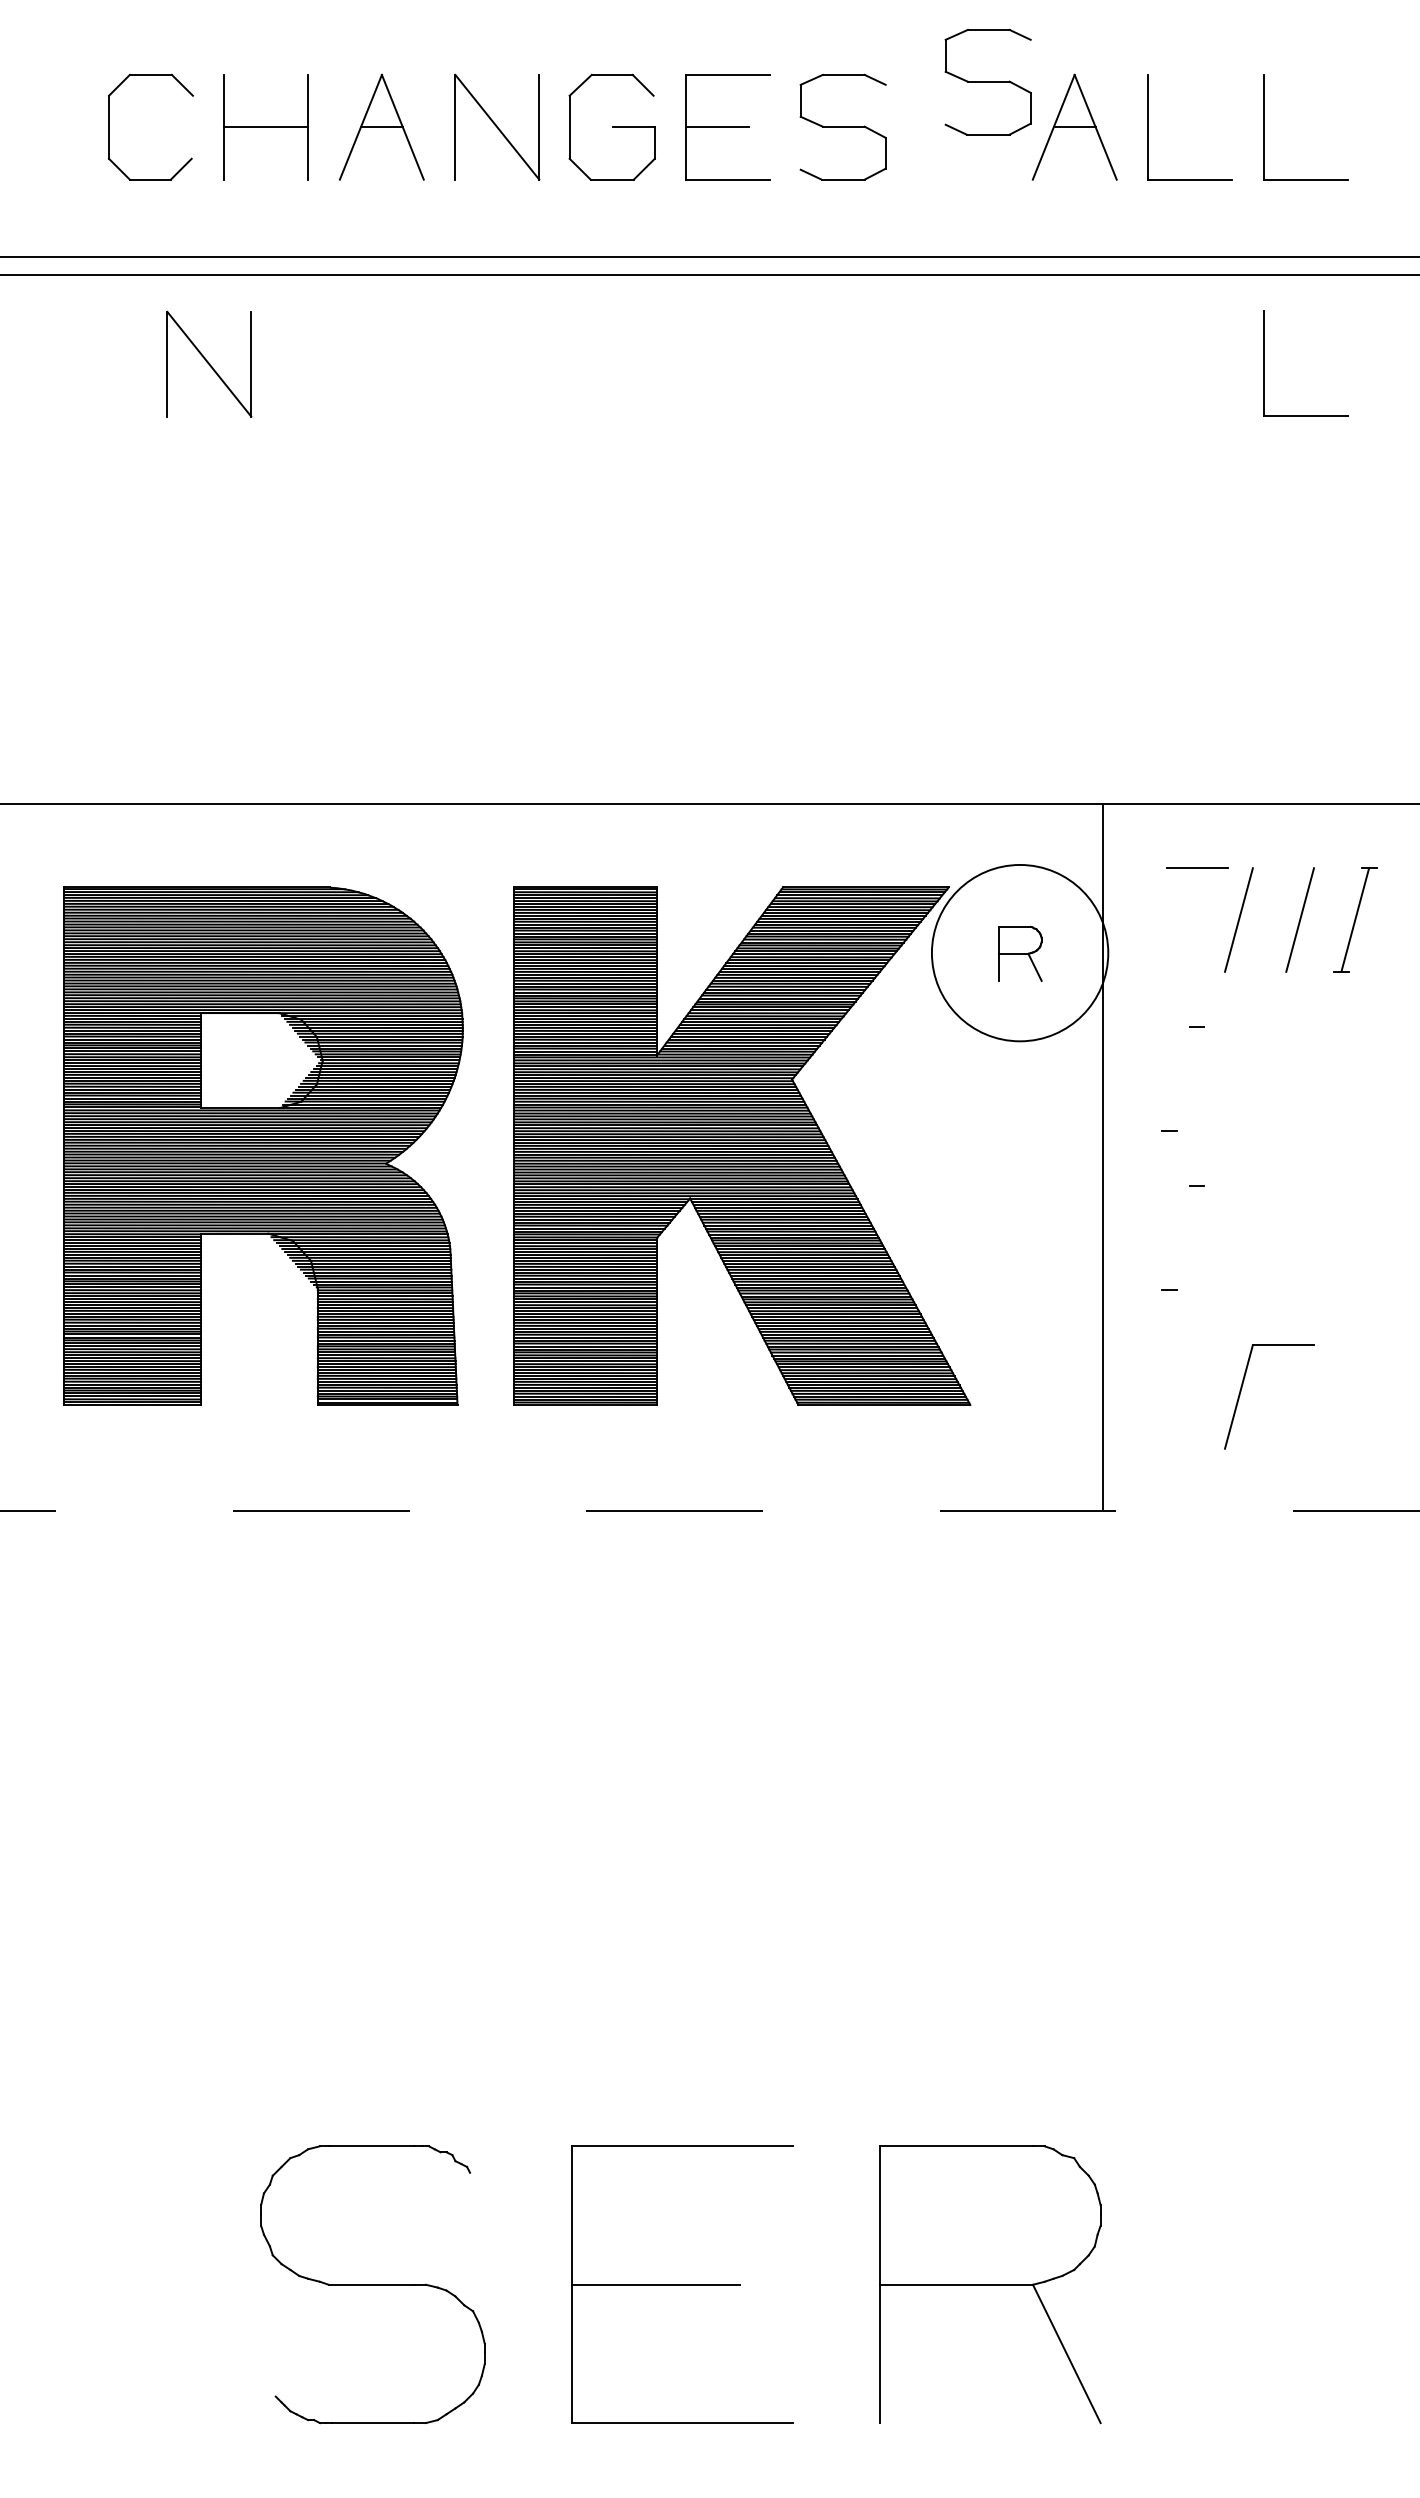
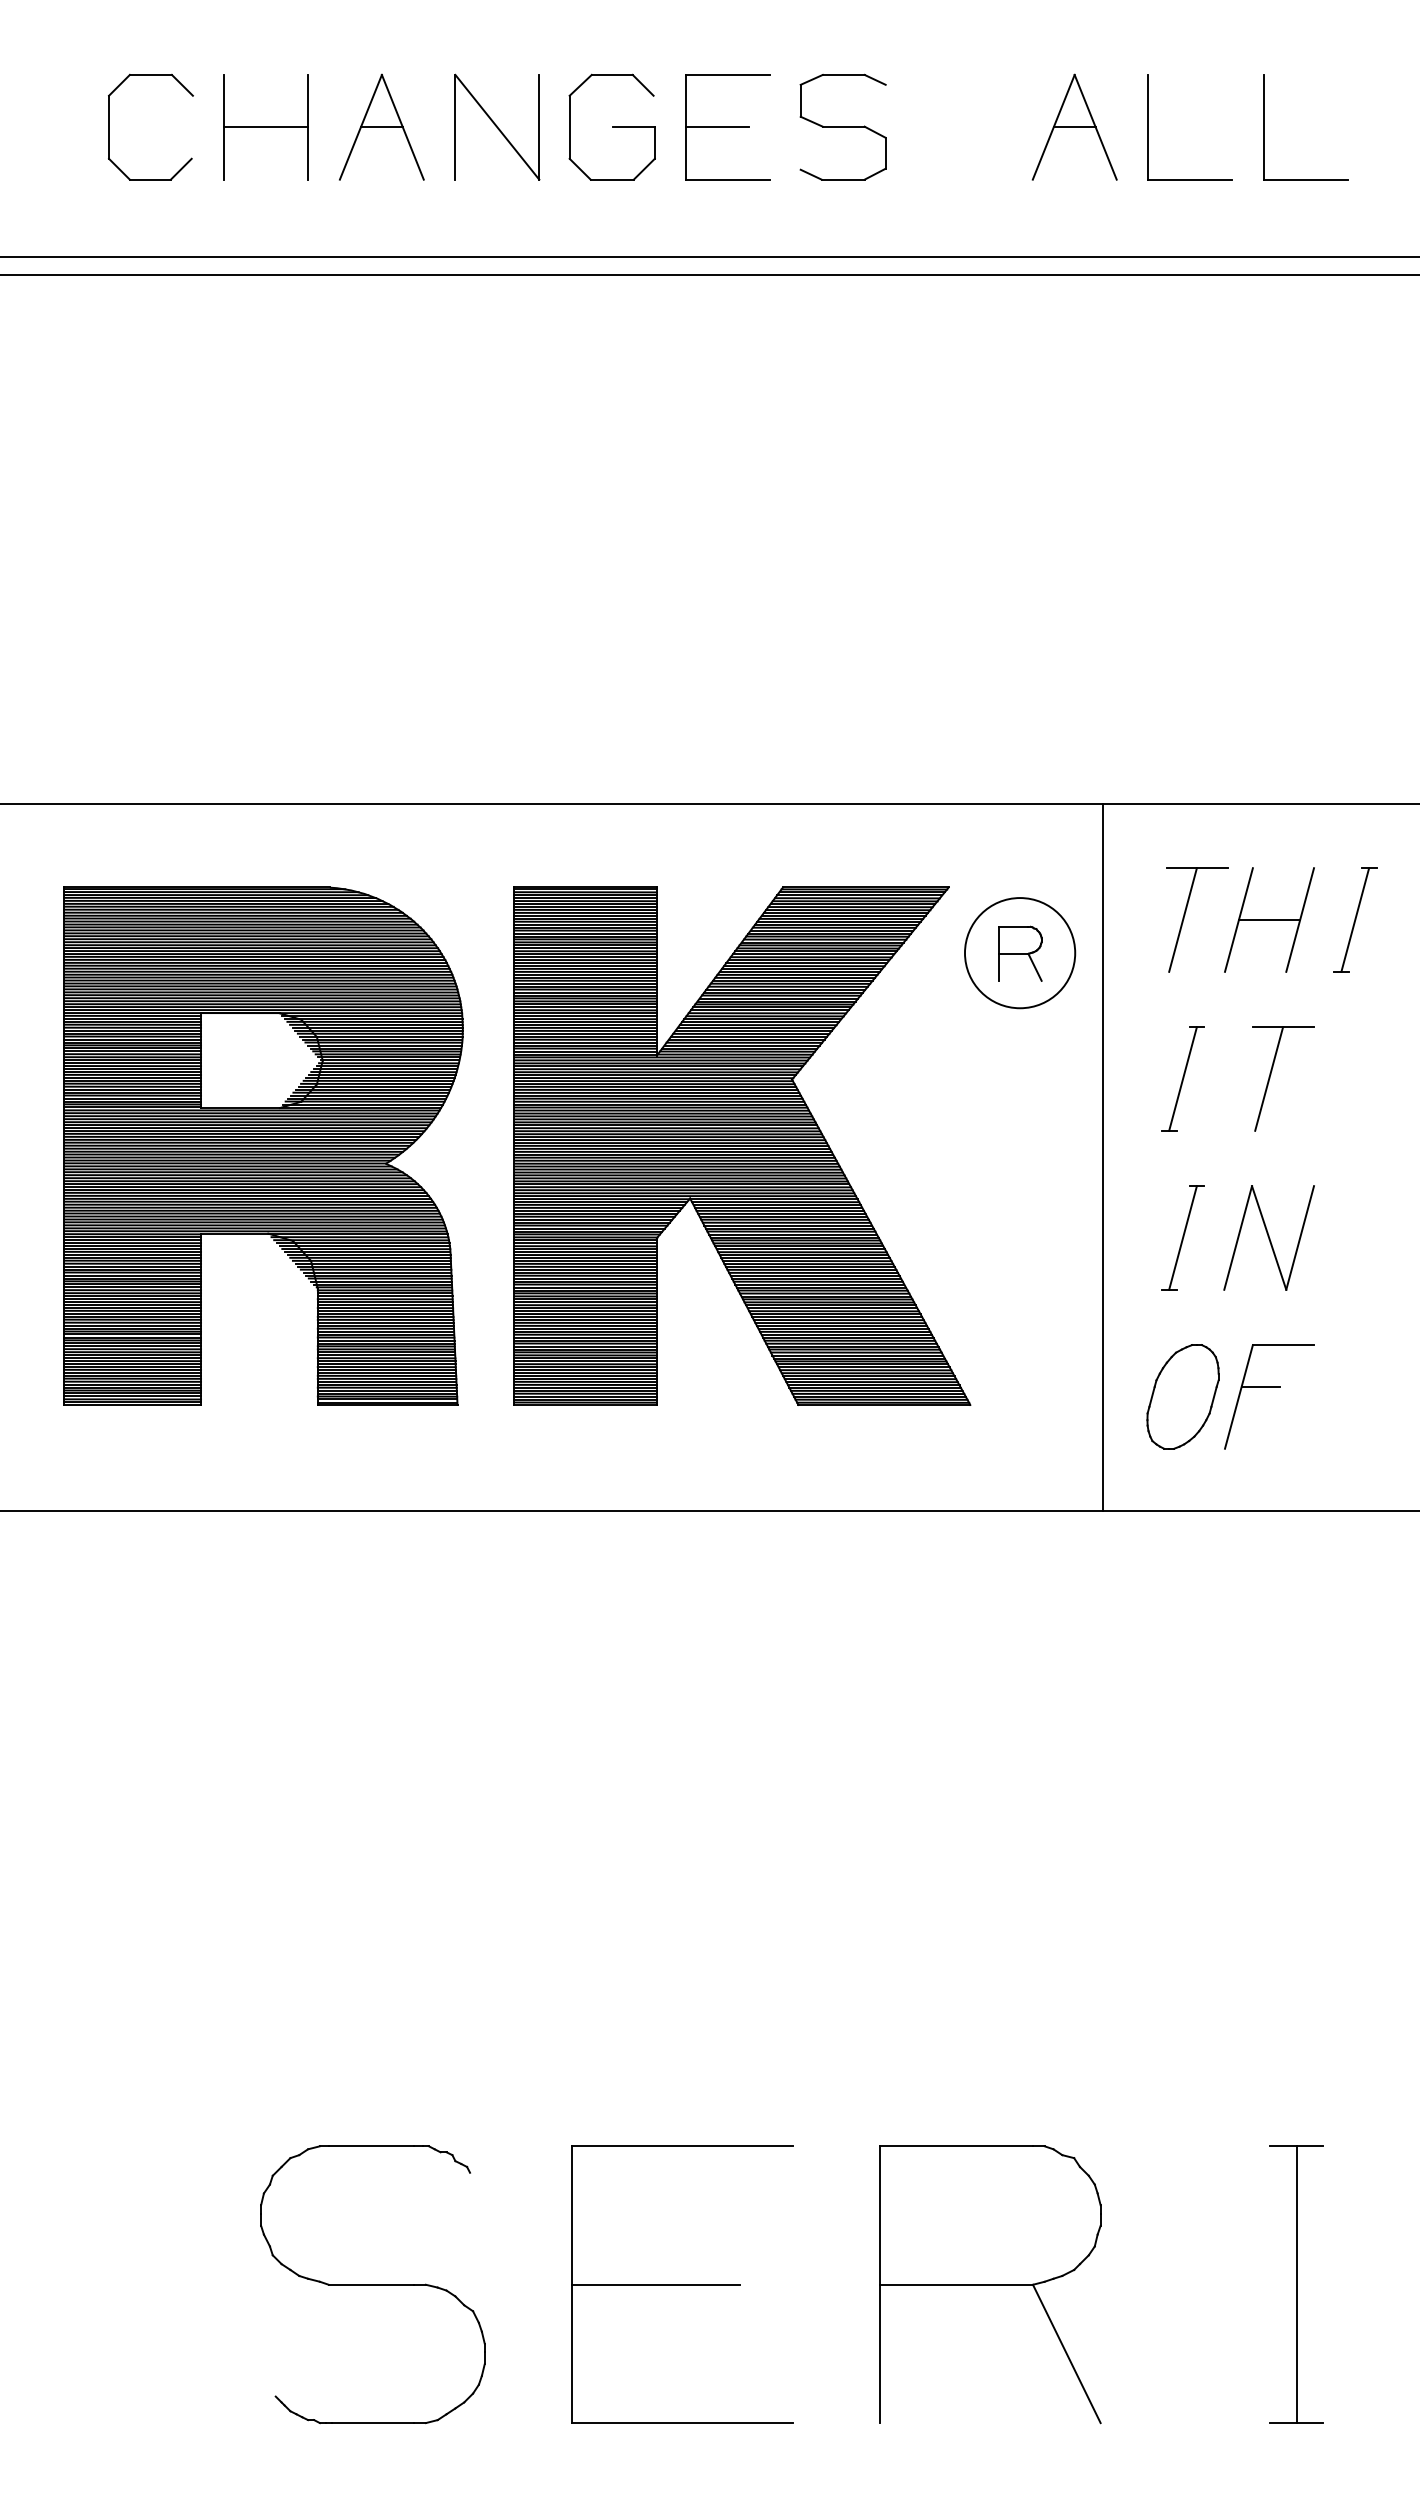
part at (987, 81): present -> none
part at (209, 363): present -> none
part at (1264, 363): present -> none
line at (1182, 919): none -> present
line at (1269, 919): none -> present
circle at (1019, 952) diameter: 176 px -> 110 px
part at (1271, 1074): none -> present
line at (1182, 1078): none -> present
line at (1182, 1237): none -> present
part at (1268, 1237): none -> present
line at (1260, 1386): none -> present
part at (1182, 1396): none -> present
line at (709, 1510): dashed -> solid
part at (1296, 2284): none -> present
